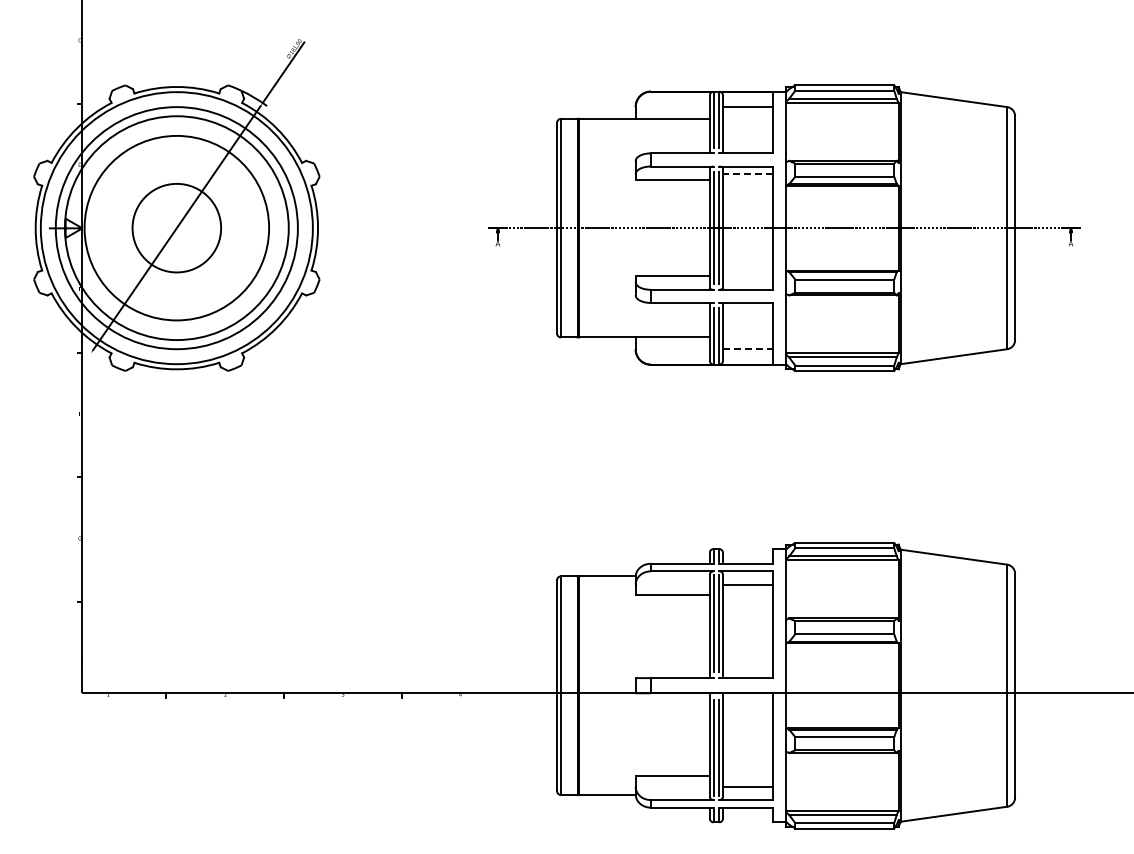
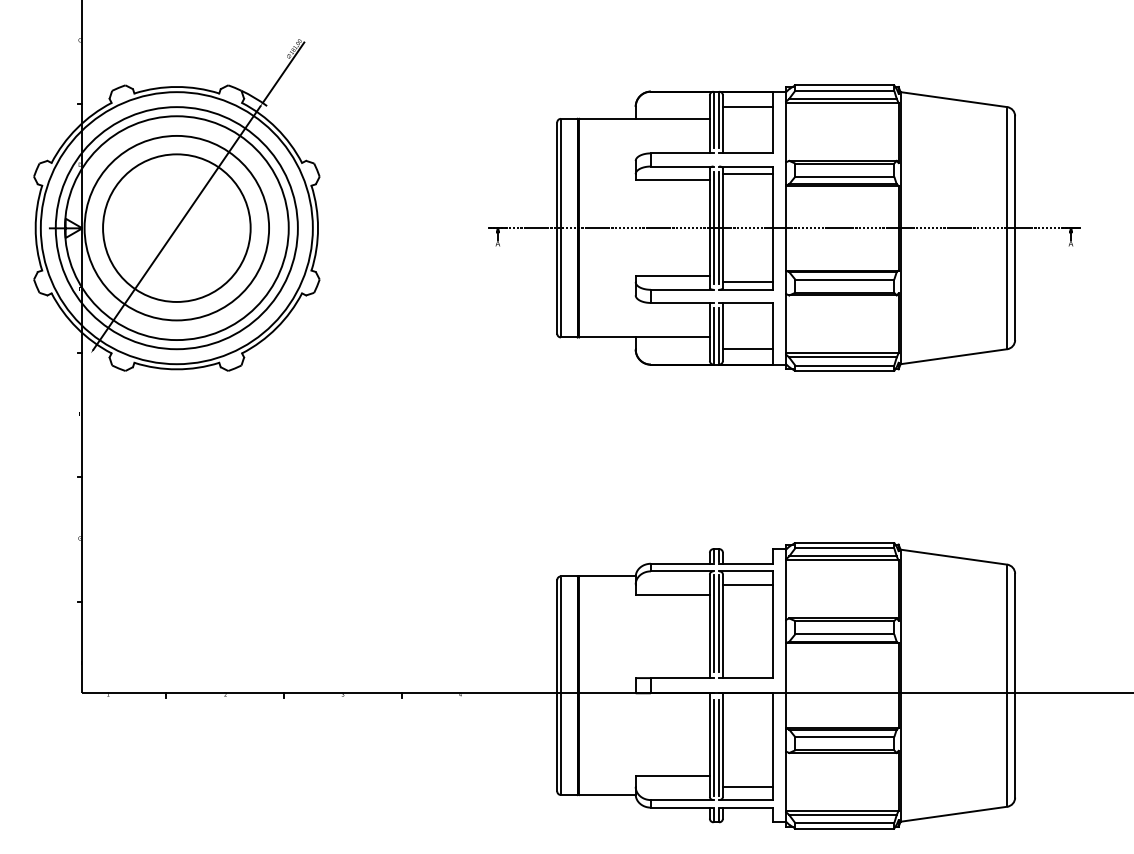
line at (747, 174): dashed -> solid
circle at (176, 227) diameter: 89 px -> 148 px
line at (747, 282): none -> present
line at (748, 349): dashed -> solid
